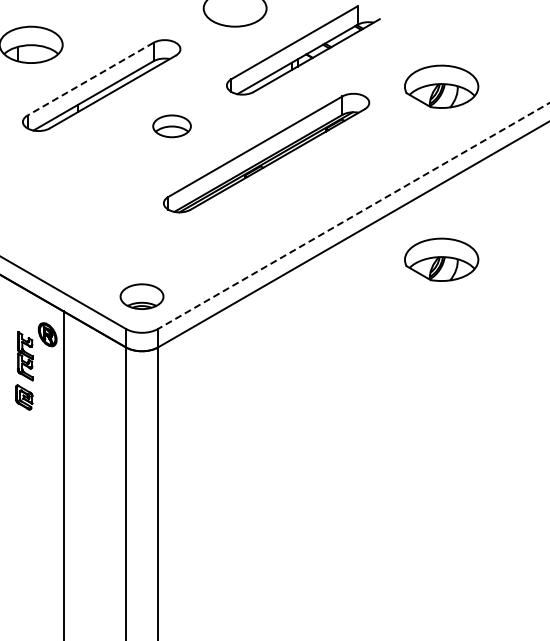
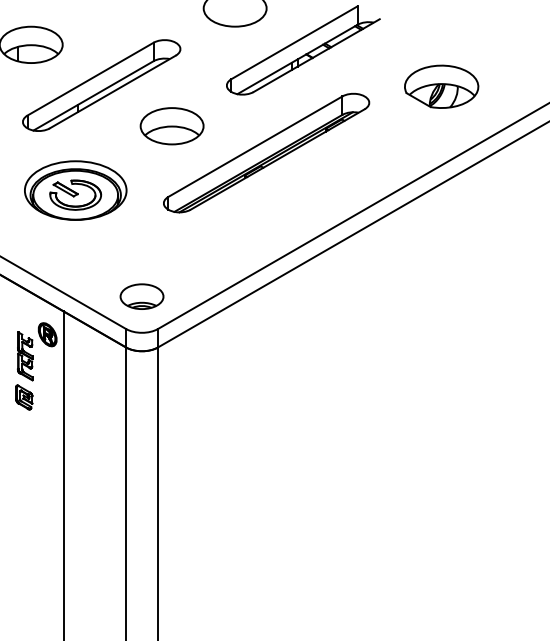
line at (90, 79): dashed -> solid
part at (171, 126) size: 40x25 px -> 66x39 px
part at (75, 190): none -> present
line at (353, 216): dashed -> solid
part at (441, 259): present -> none
